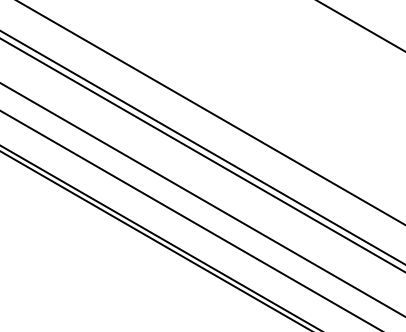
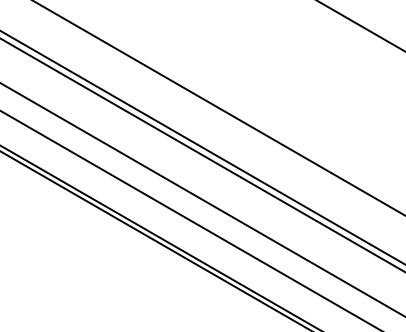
line at (210, 112) position: (210, 112) -> (218, 107)
